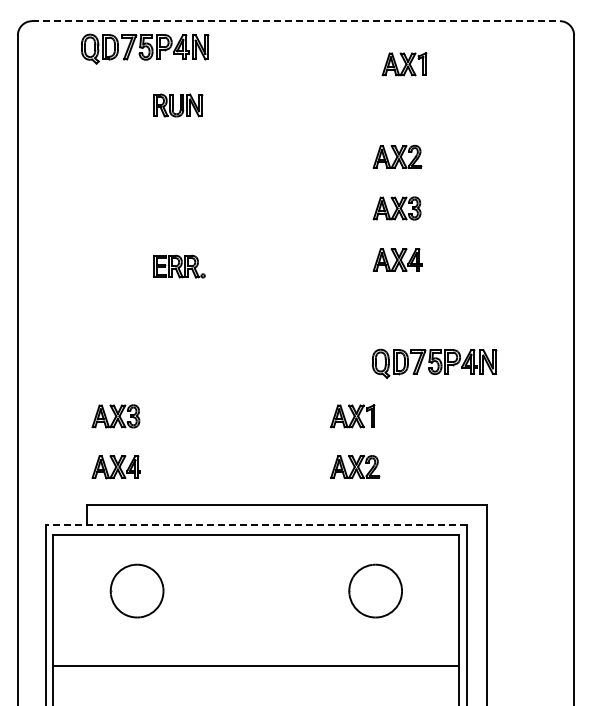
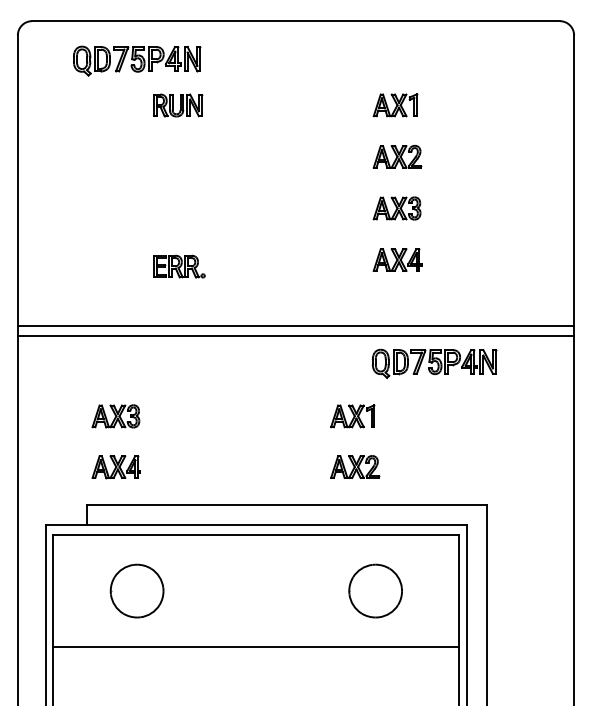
line at (296, 21): dashed -> solid
part at (145, 48) position: (145, 48) -> (137, 60)
part at (404, 64) position: (404, 64) -> (395, 105)
line at (295, 325): none -> present
line at (295, 335): none -> present
line at (255, 525): dashed -> solid
line at (256, 665) position: (256, 665) -> (256, 646)
